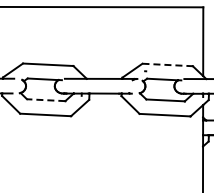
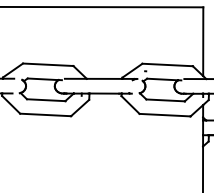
line at (168, 65): dashed -> solid
line at (45, 100): dashed -> solid
